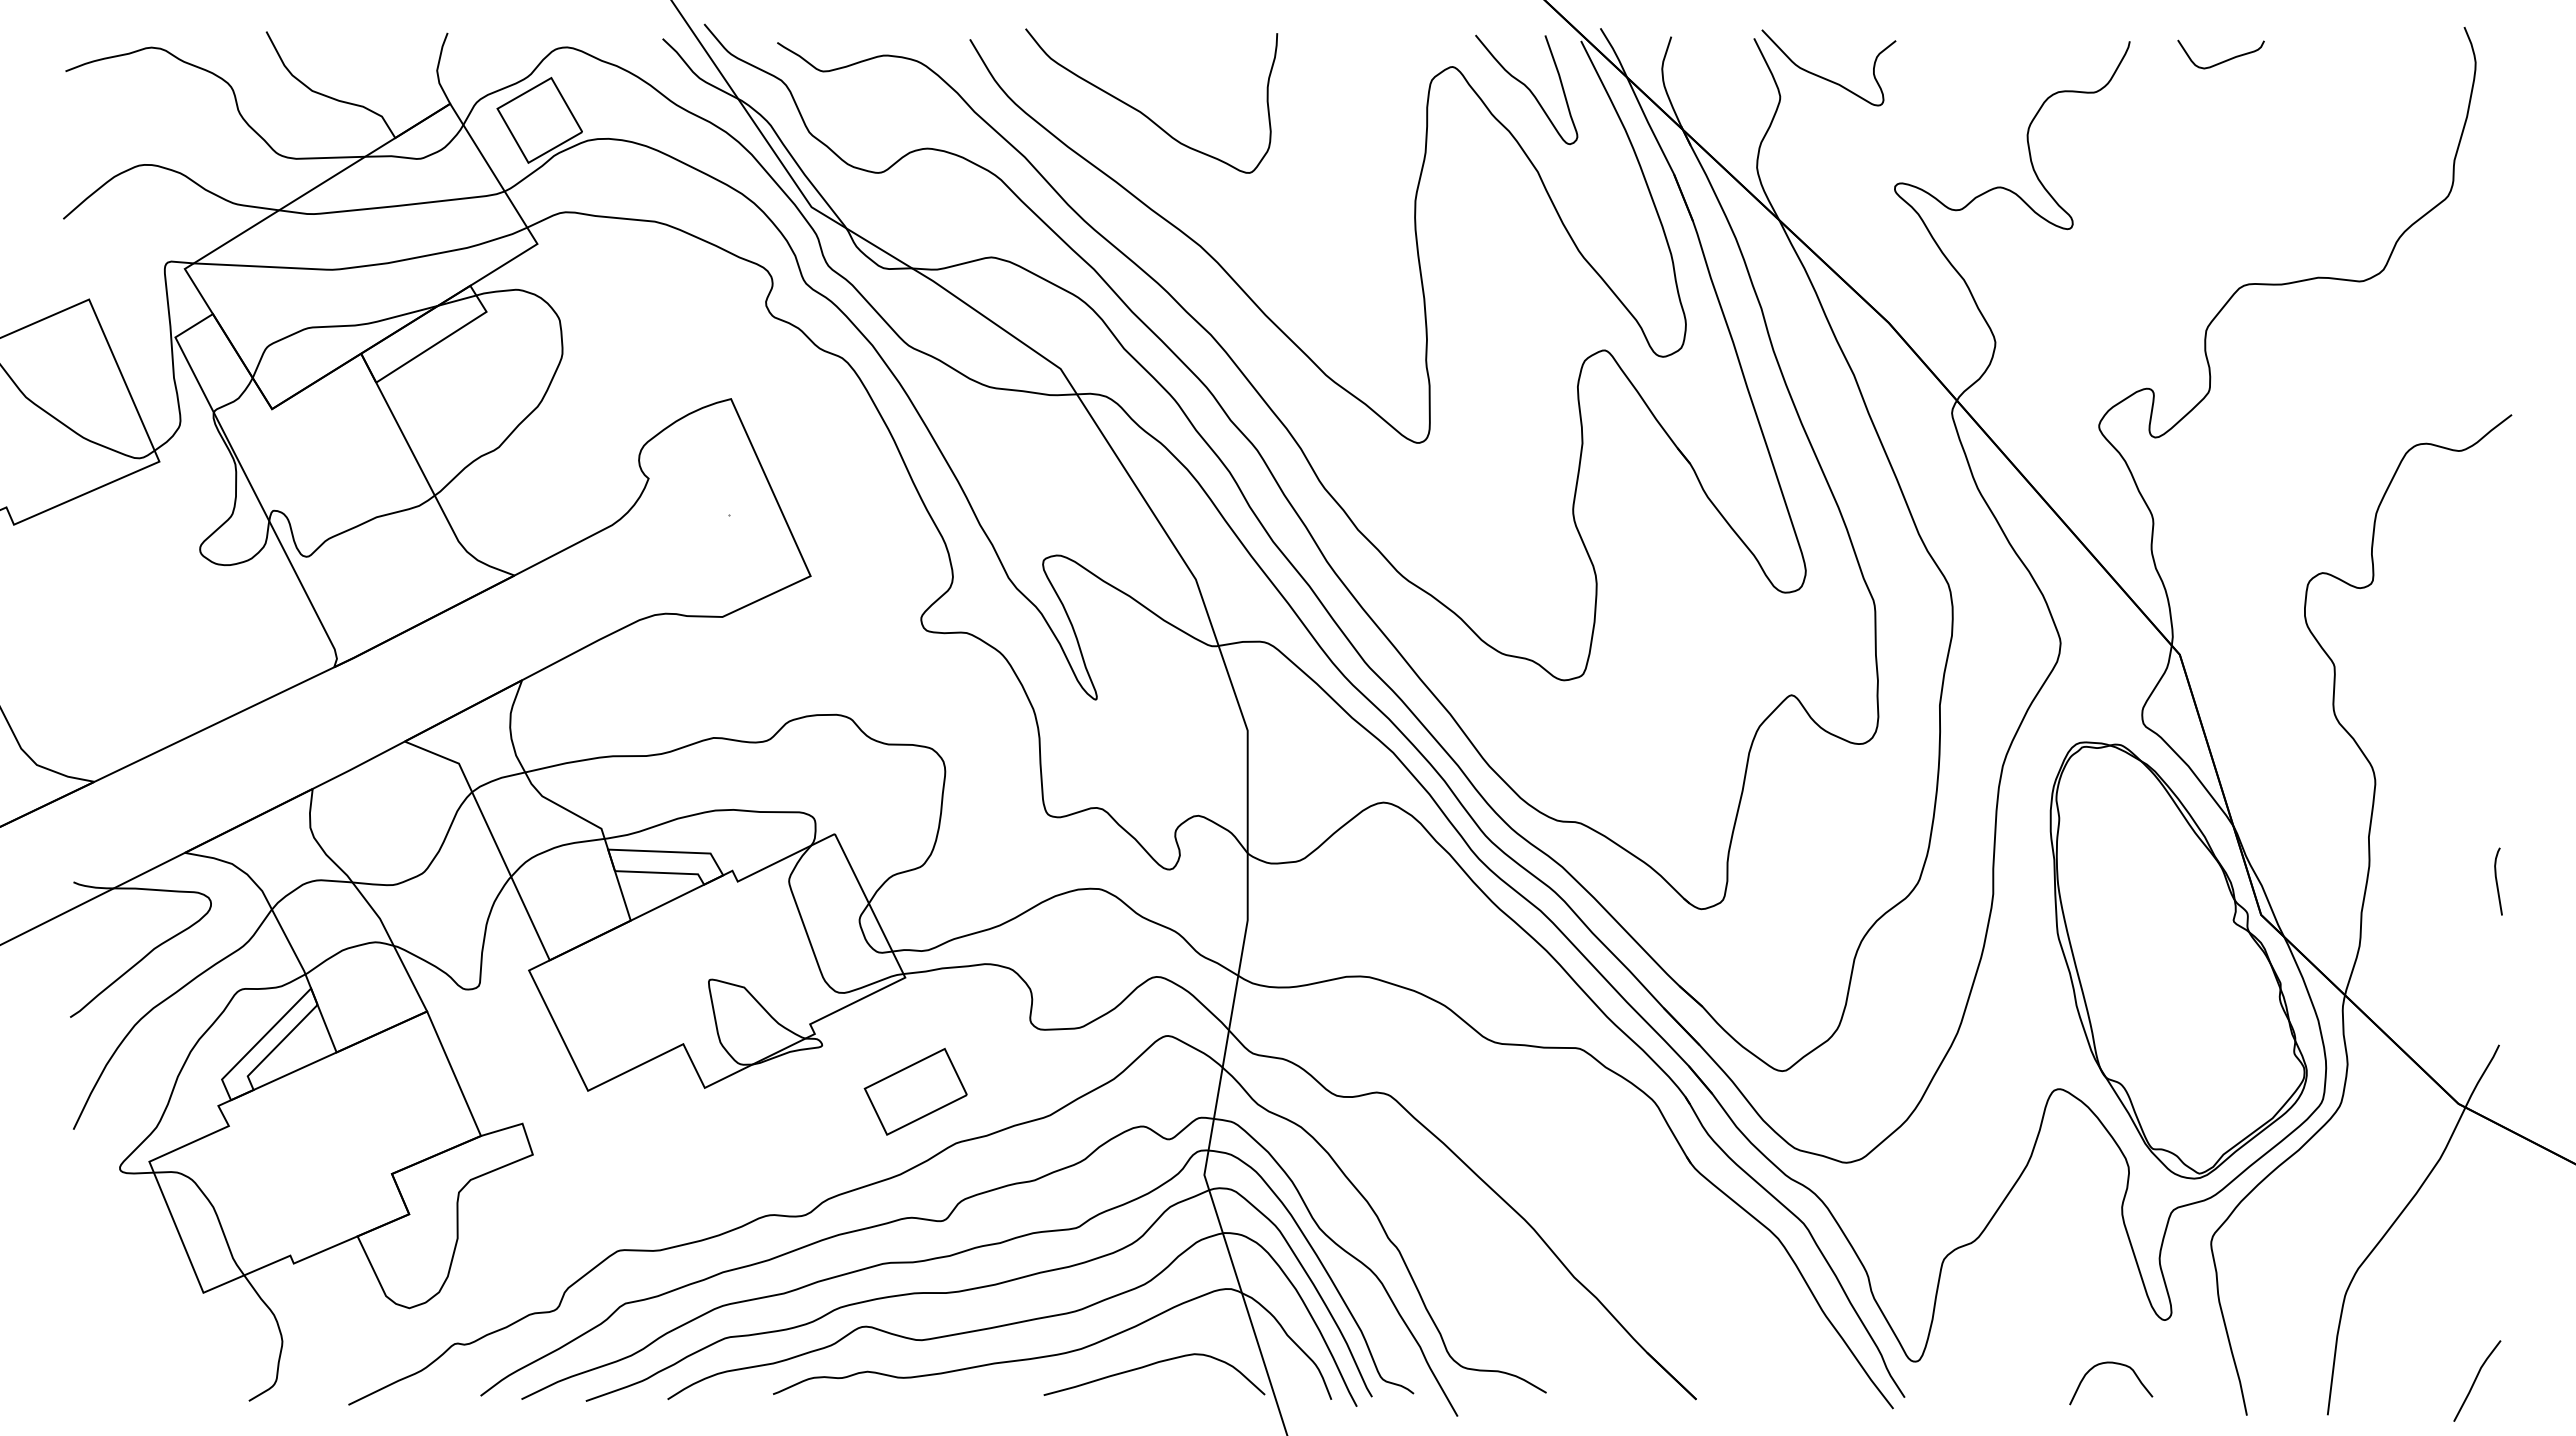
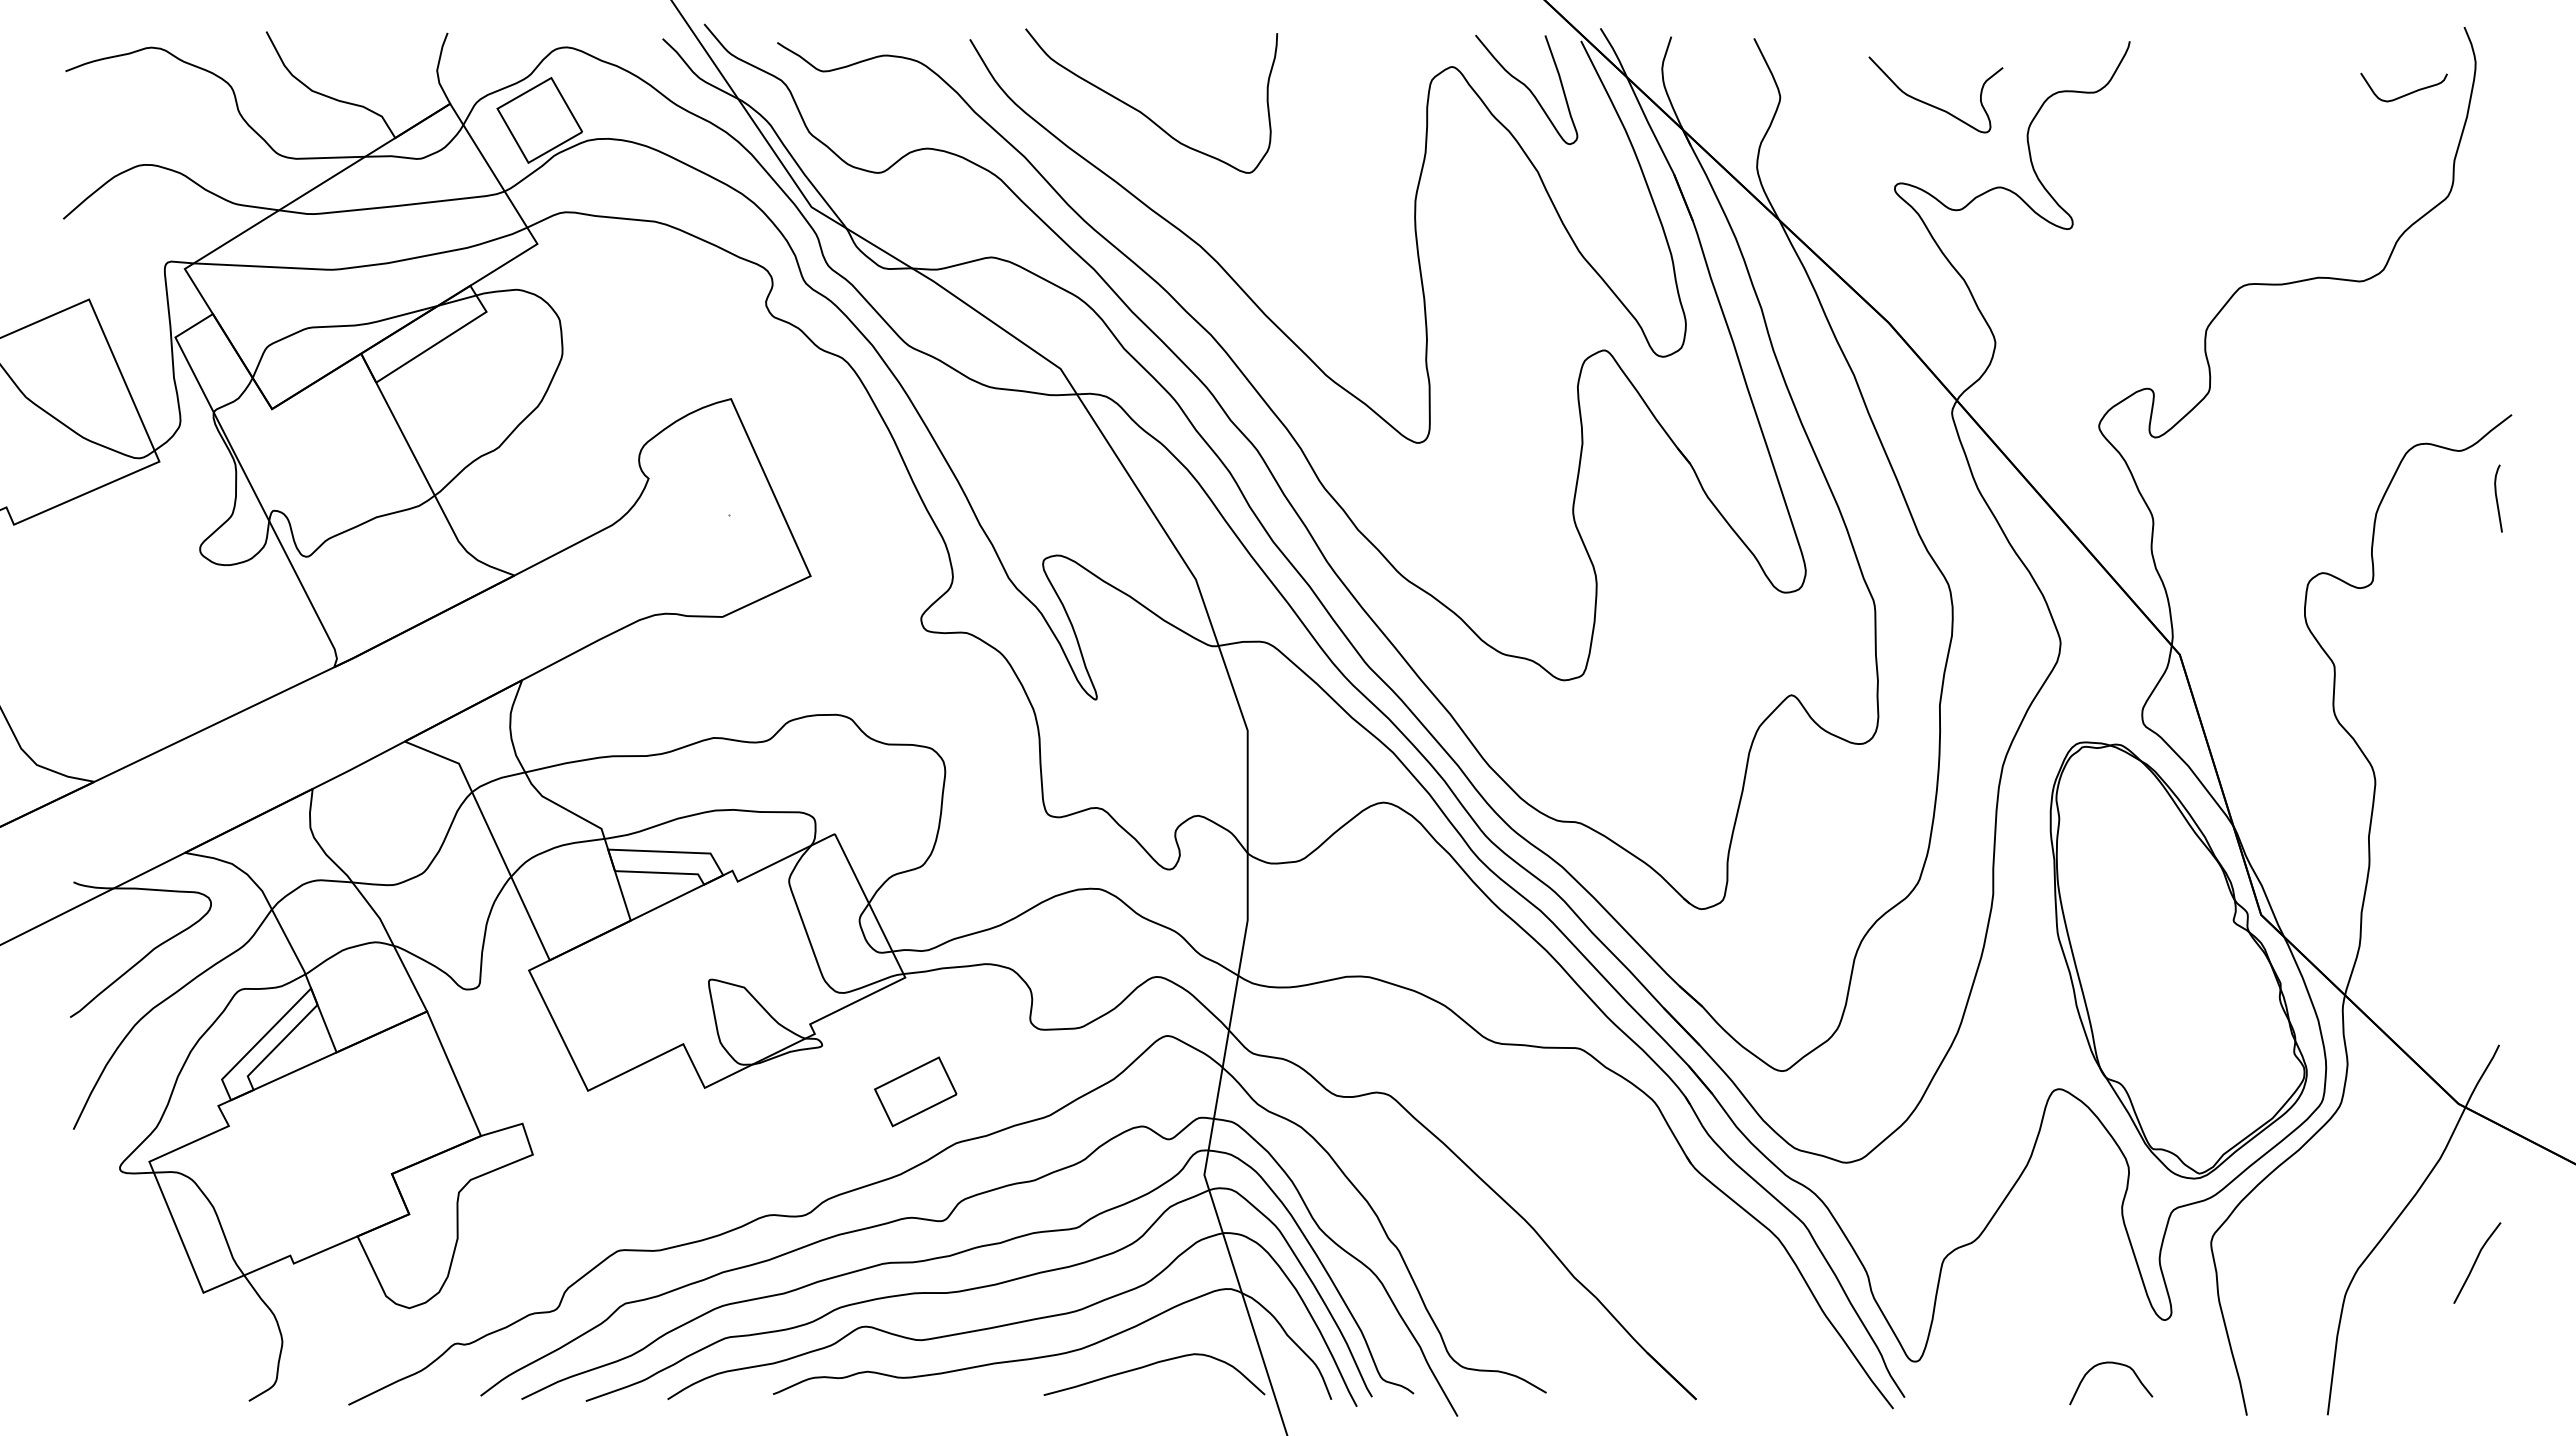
curve at (2221, 61) position: (2221, 61) -> (2404, 94)
curve at (1824, 77) position: (1824, 77) -> (1931, 104)
curve at (2497, 881) position: (2497, 881) -> (2497, 498)
part at (915, 1091) size: 105x88 px -> 84x72 px
line at (2476, 1380) position: (2476, 1380) -> (2476, 1262)
